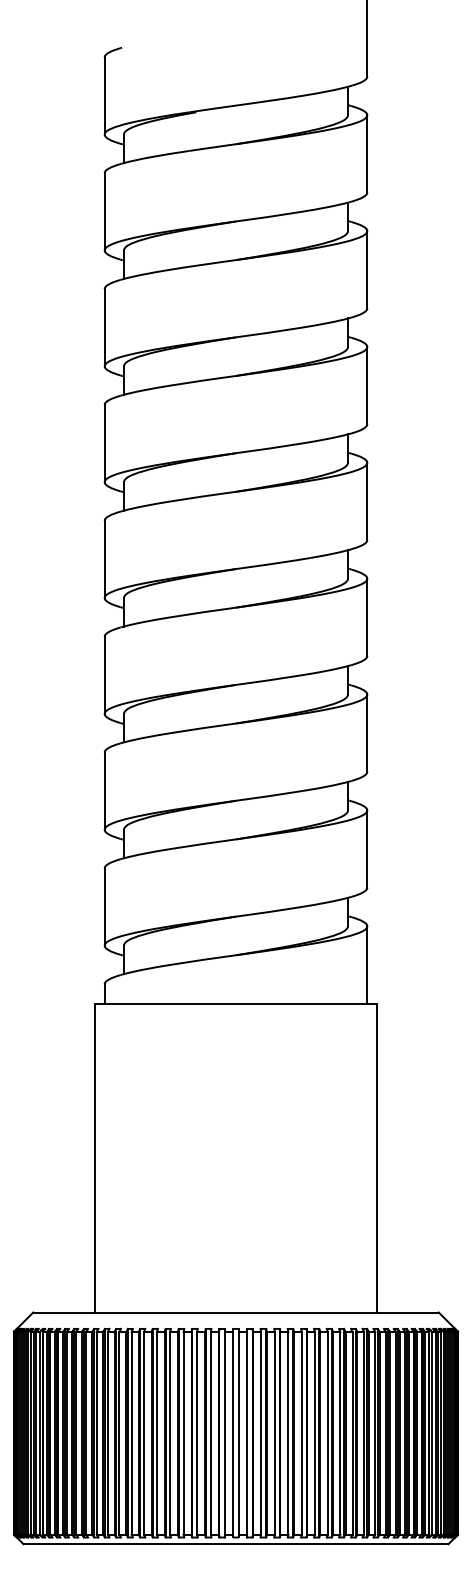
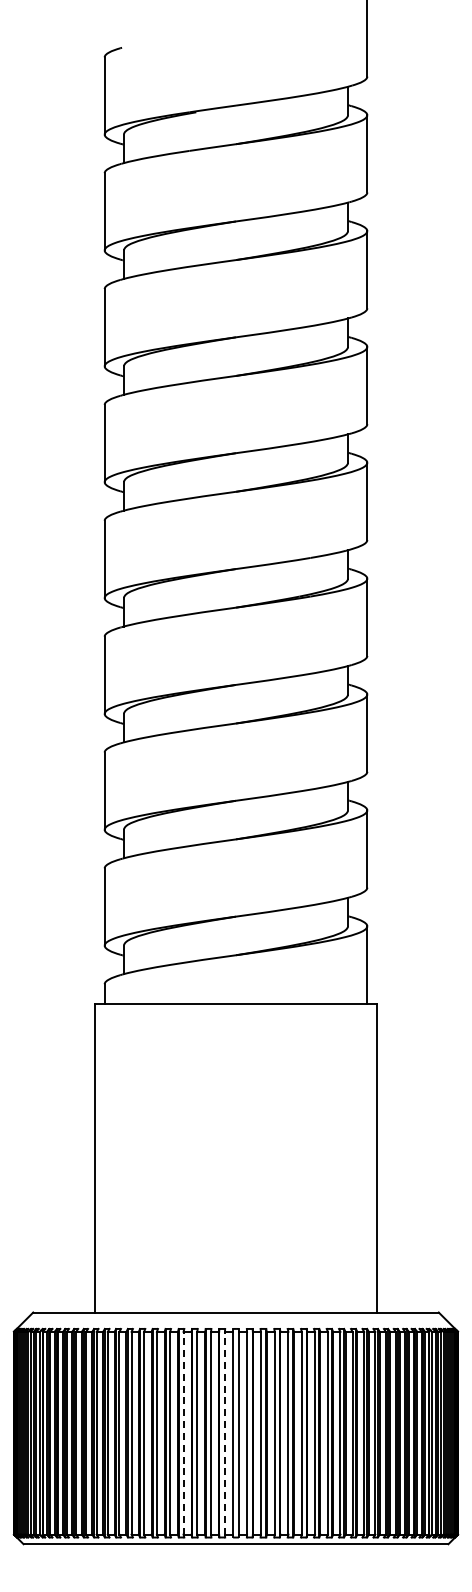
line at (183, 1432): solid -> dashed
line at (224, 1432): solid -> dashed
